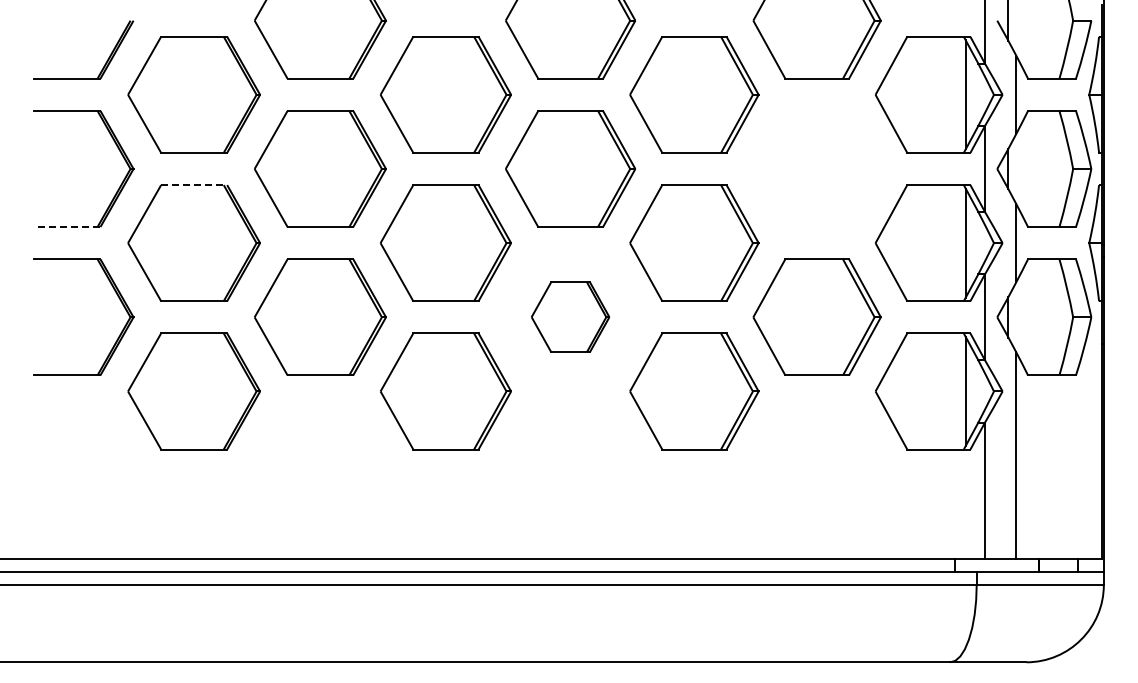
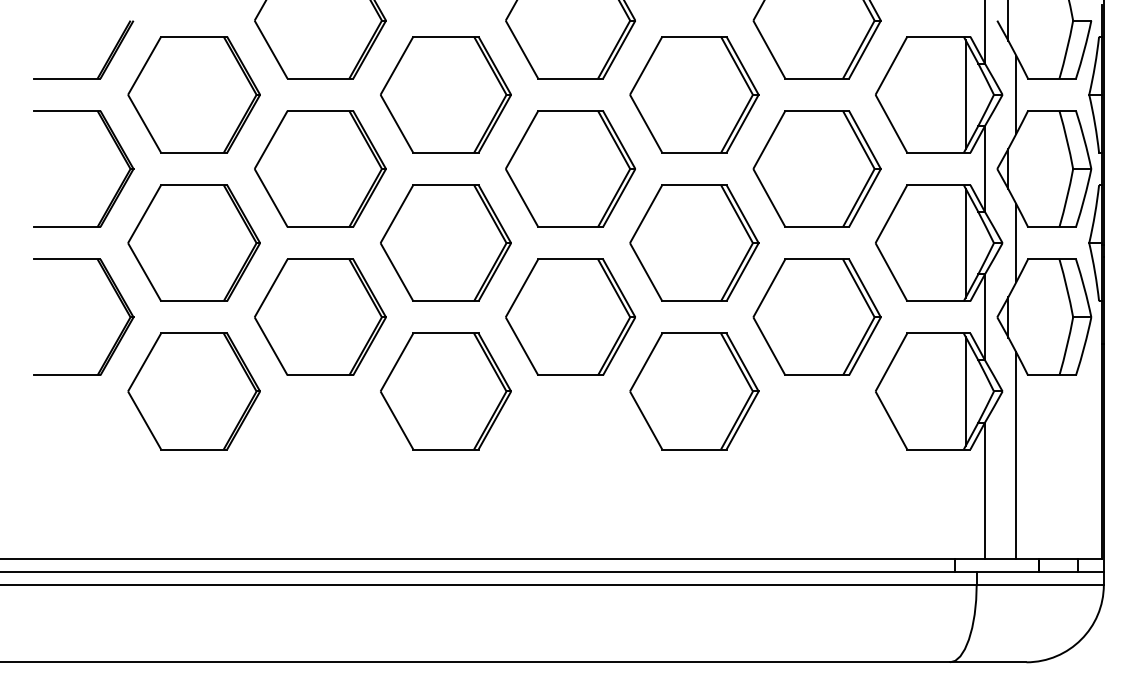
part at (816, 168): none -> present
line at (194, 185): dashed -> solid
line at (66, 227): dashed -> solid
part at (570, 316) size: 79x72 px -> 131x118 px
